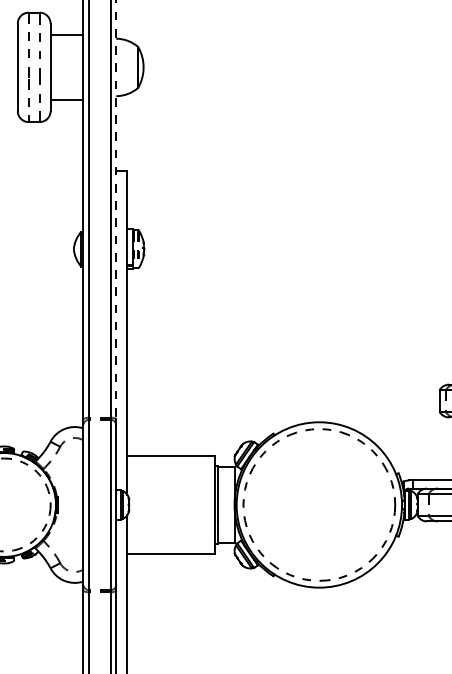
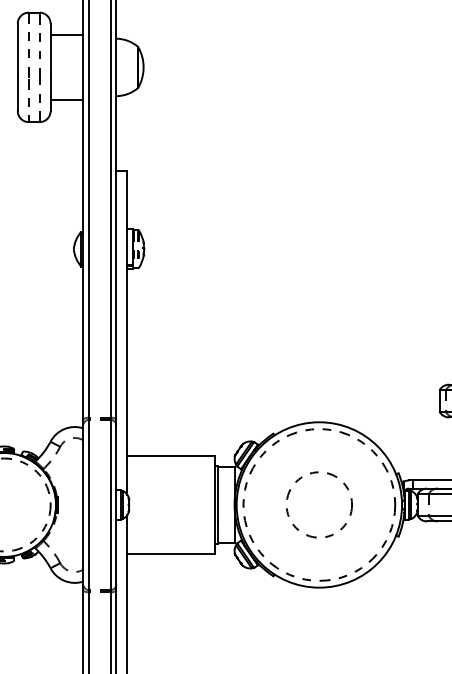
line at (116, 210): dashed -> solid
circle at (319, 504): none -> present
